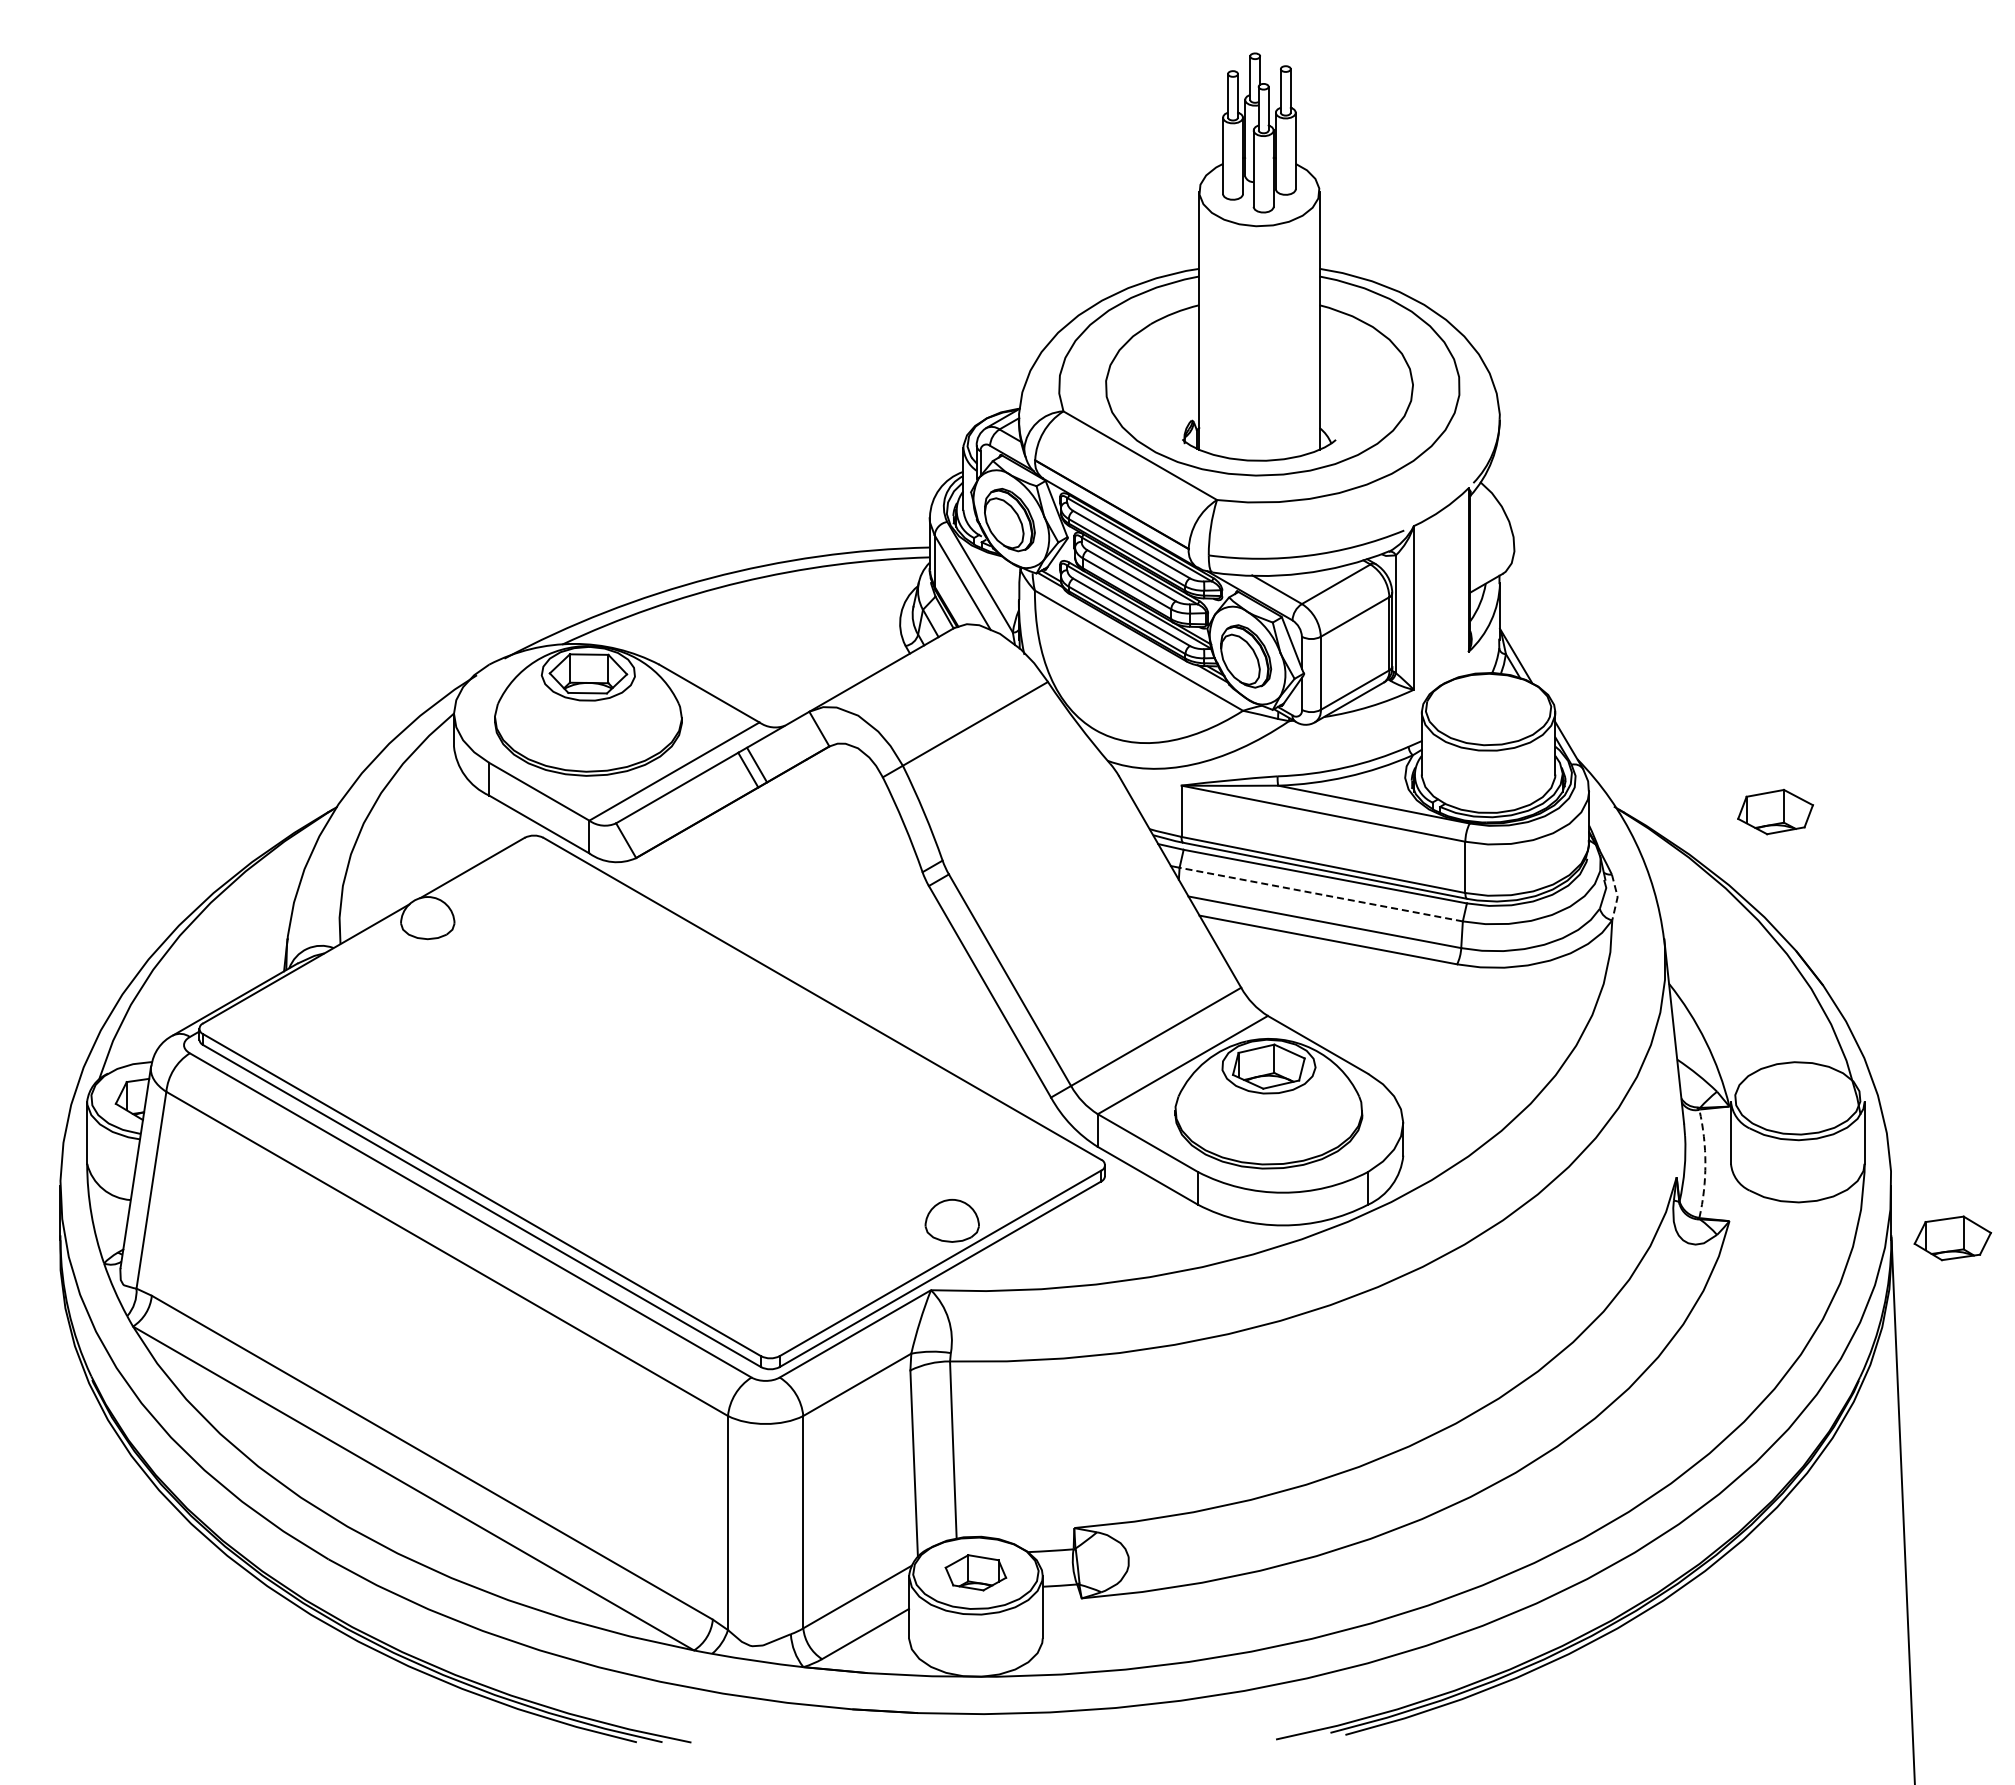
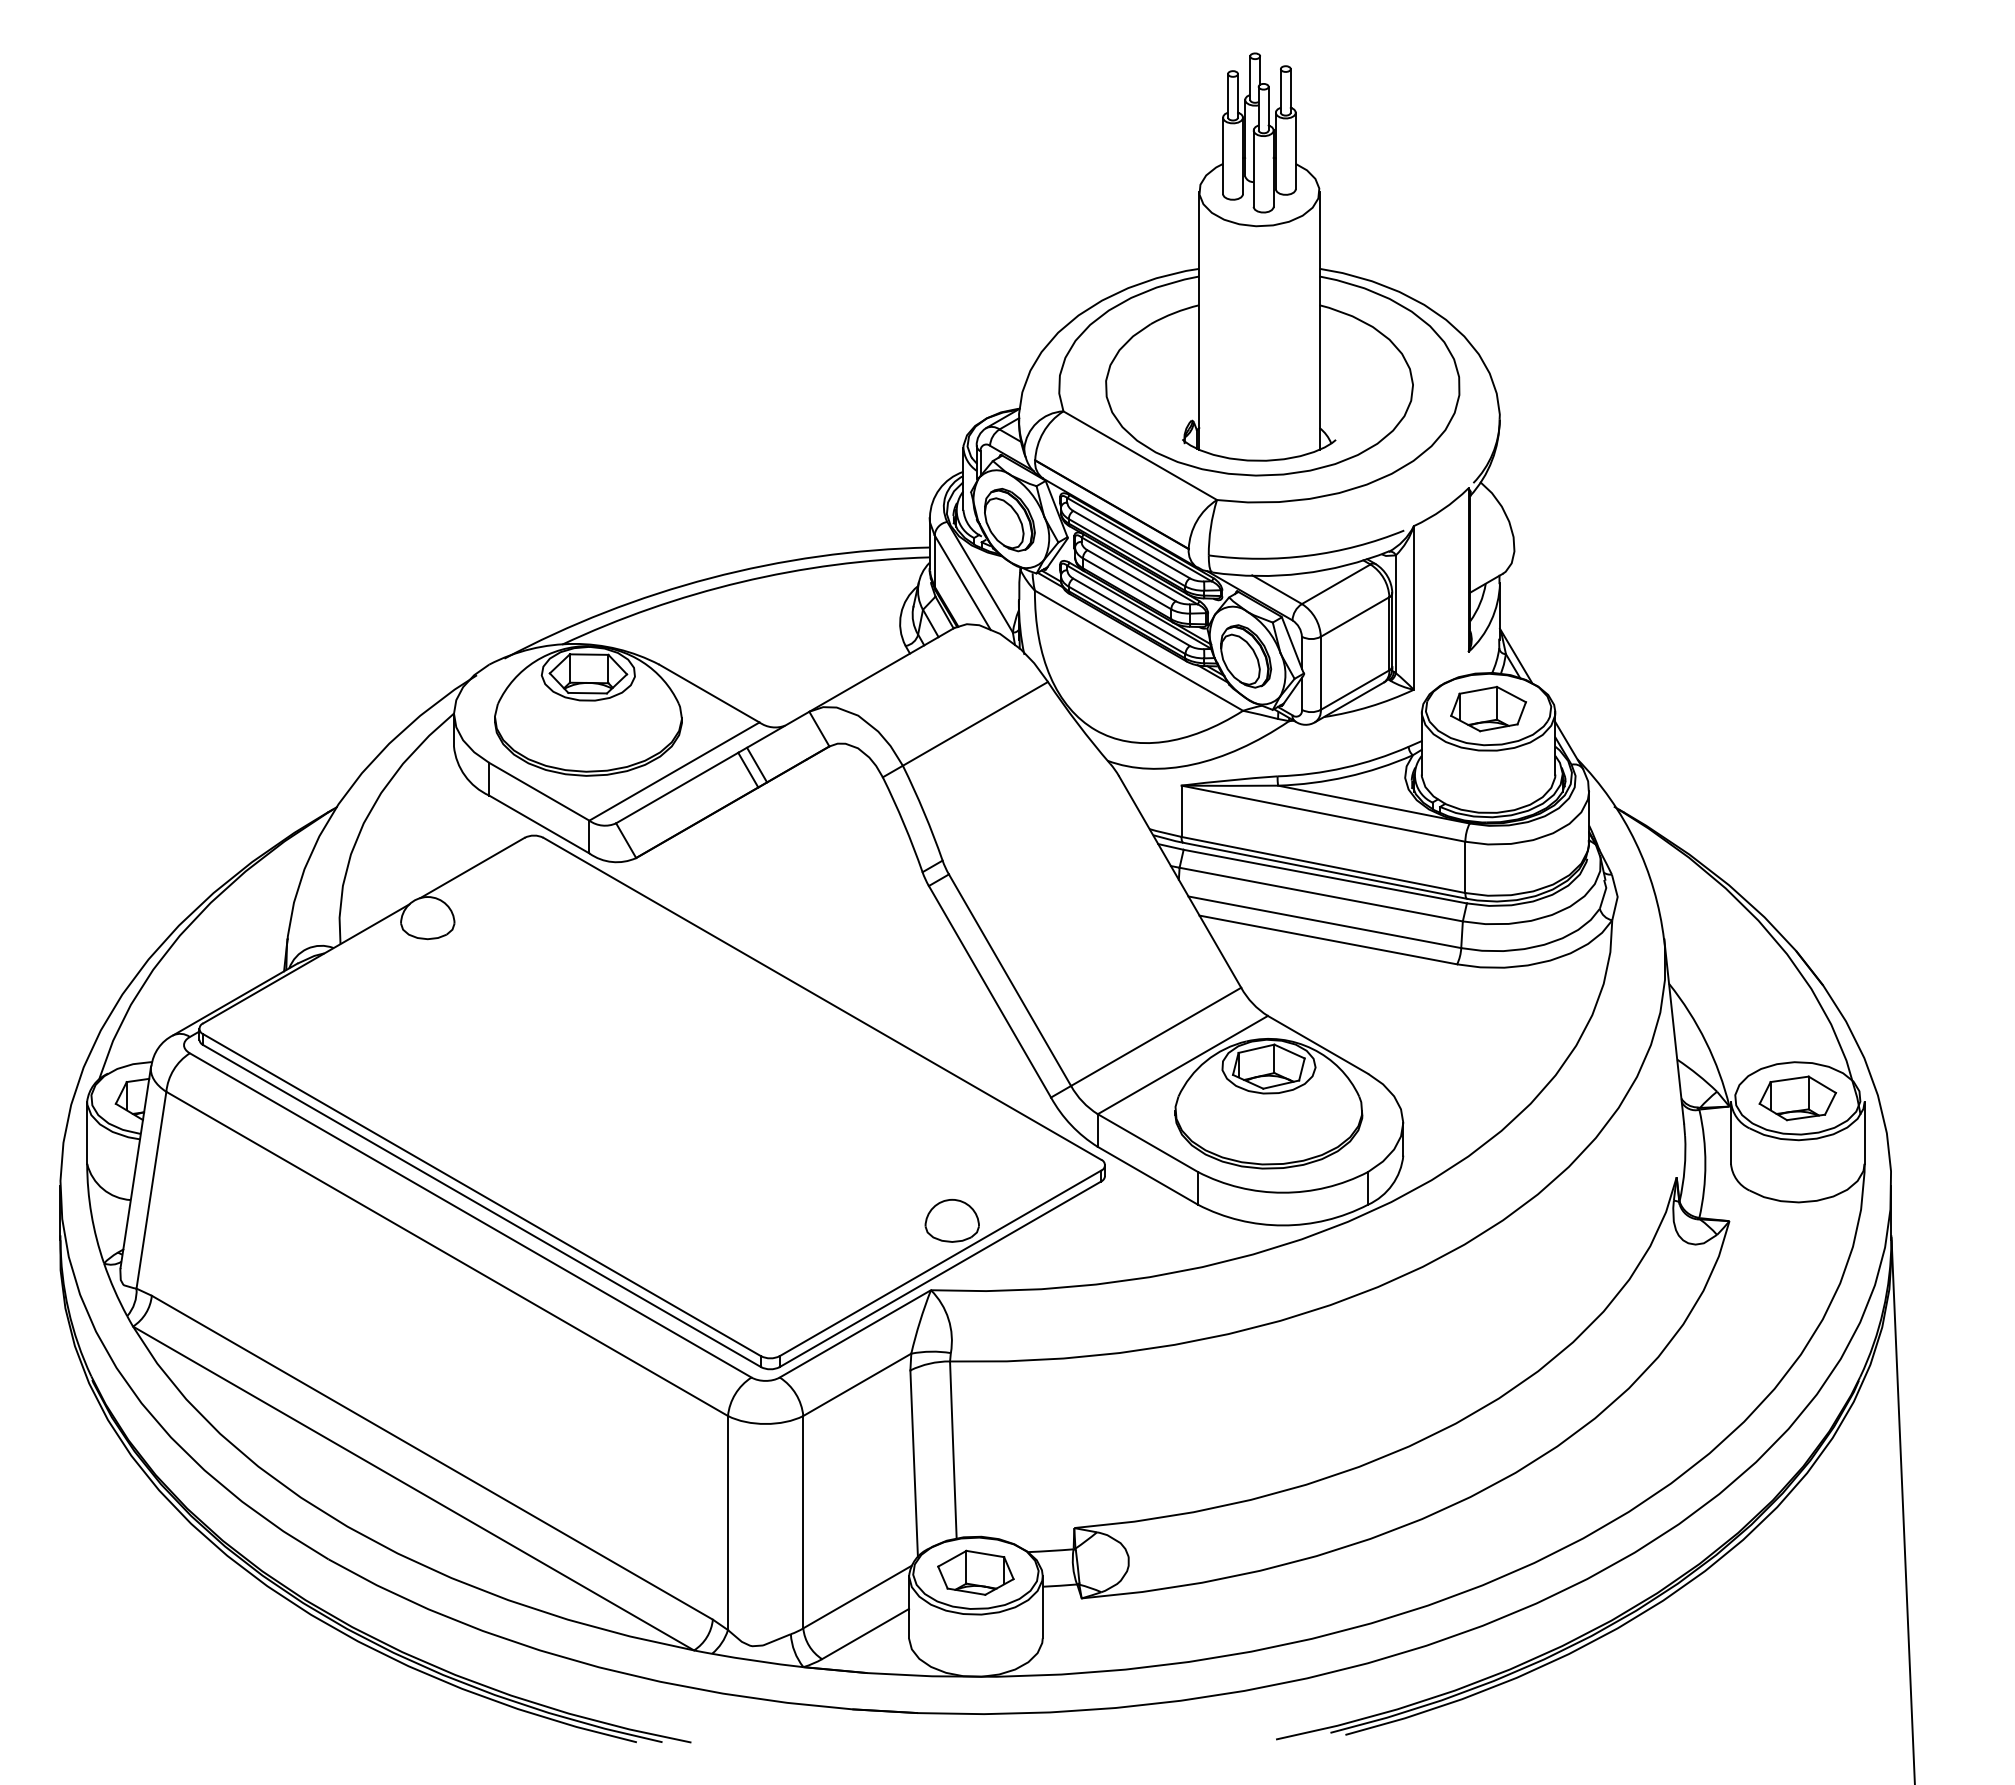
part at (1775, 811) position: (1775, 811) -> (1488, 708)
line at (1320, 894): dashed -> solid
line at (1617, 896): dashed -> solid
arc at (1705, 1163): dashed -> solid
part at (1952, 1238) position: (1952, 1238) -> (1797, 1098)
part at (975, 1572) size: 64x38 px -> 78x47 px
